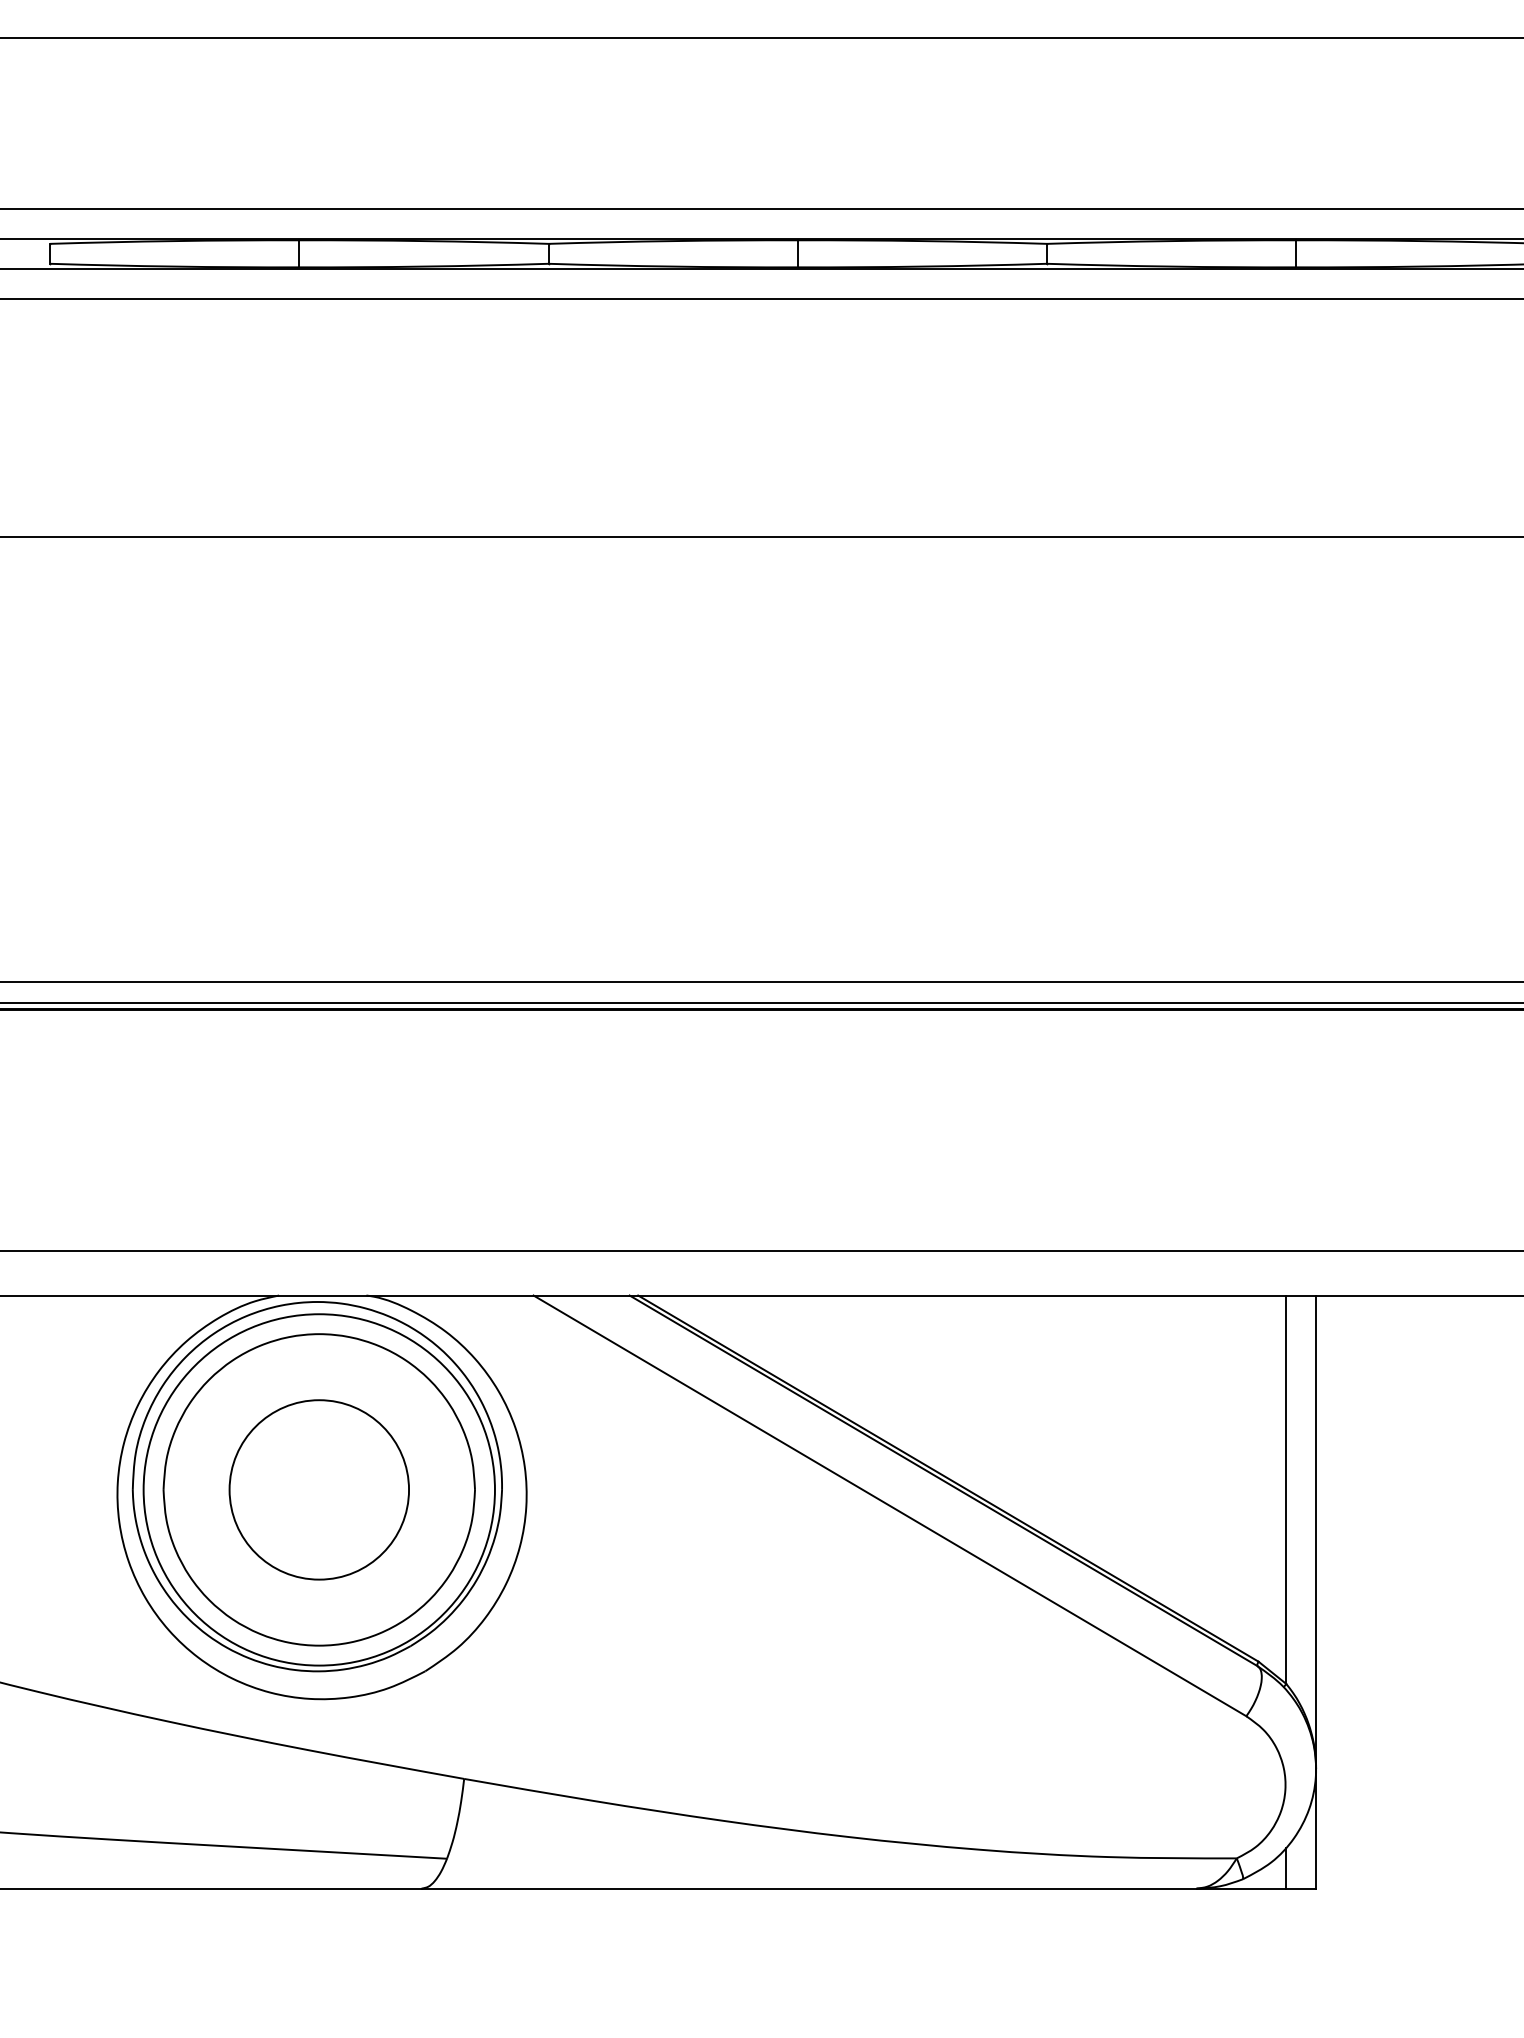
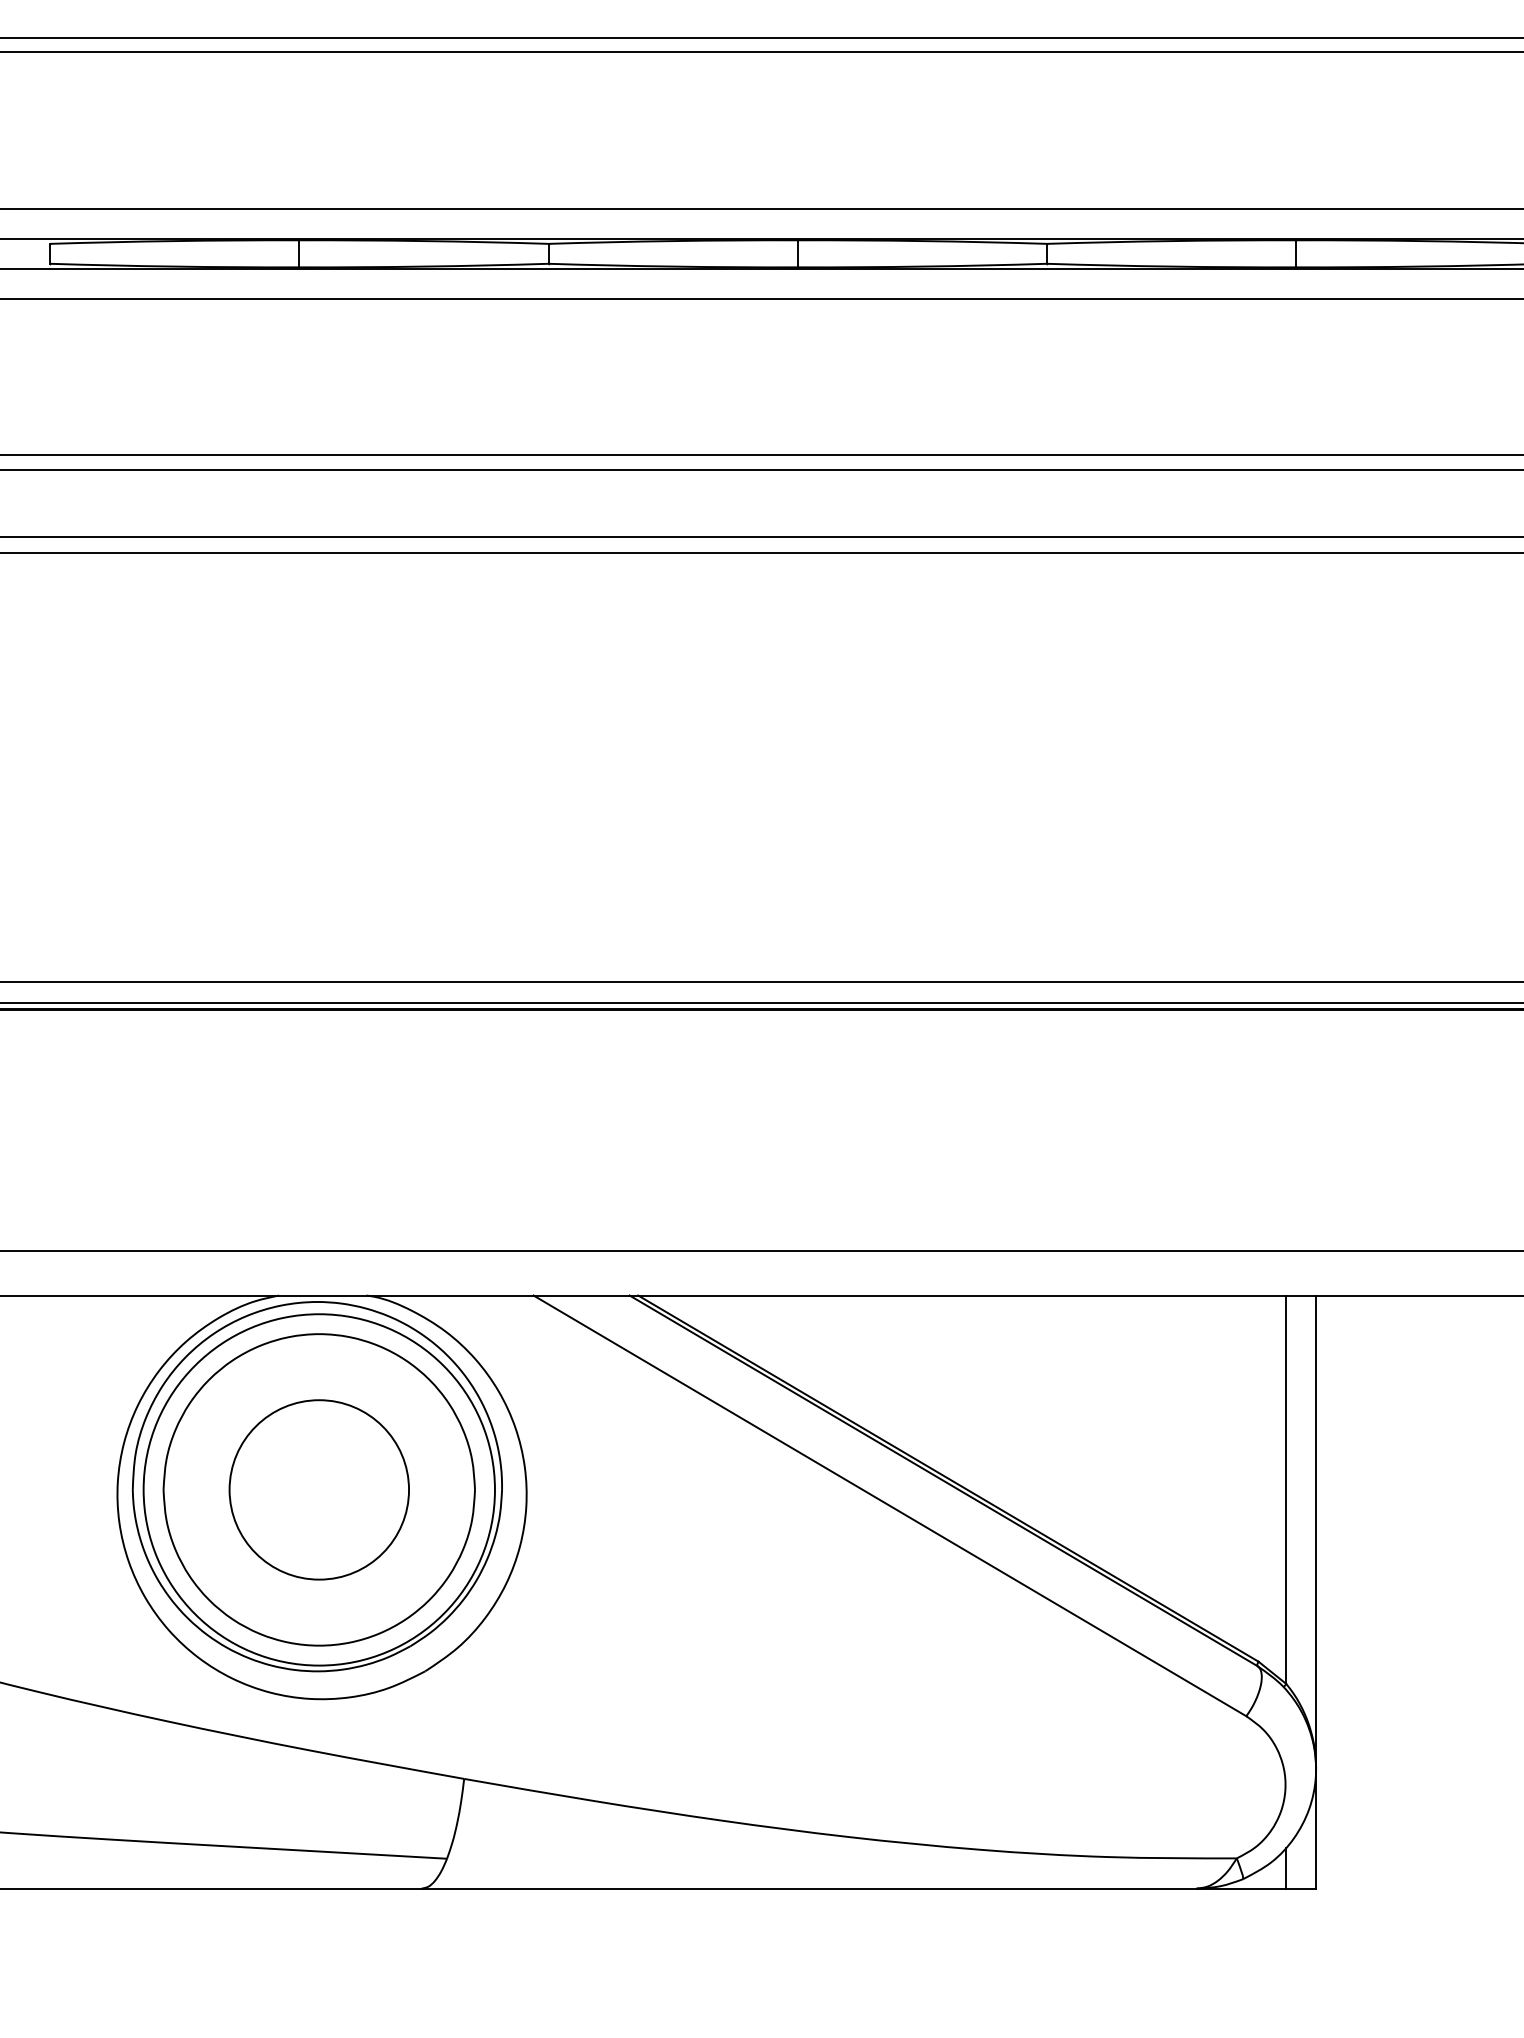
line at (761, 52): none -> present
line at (761, 455): none -> present
line at (761, 469): none -> present
line at (761, 552): none -> present
